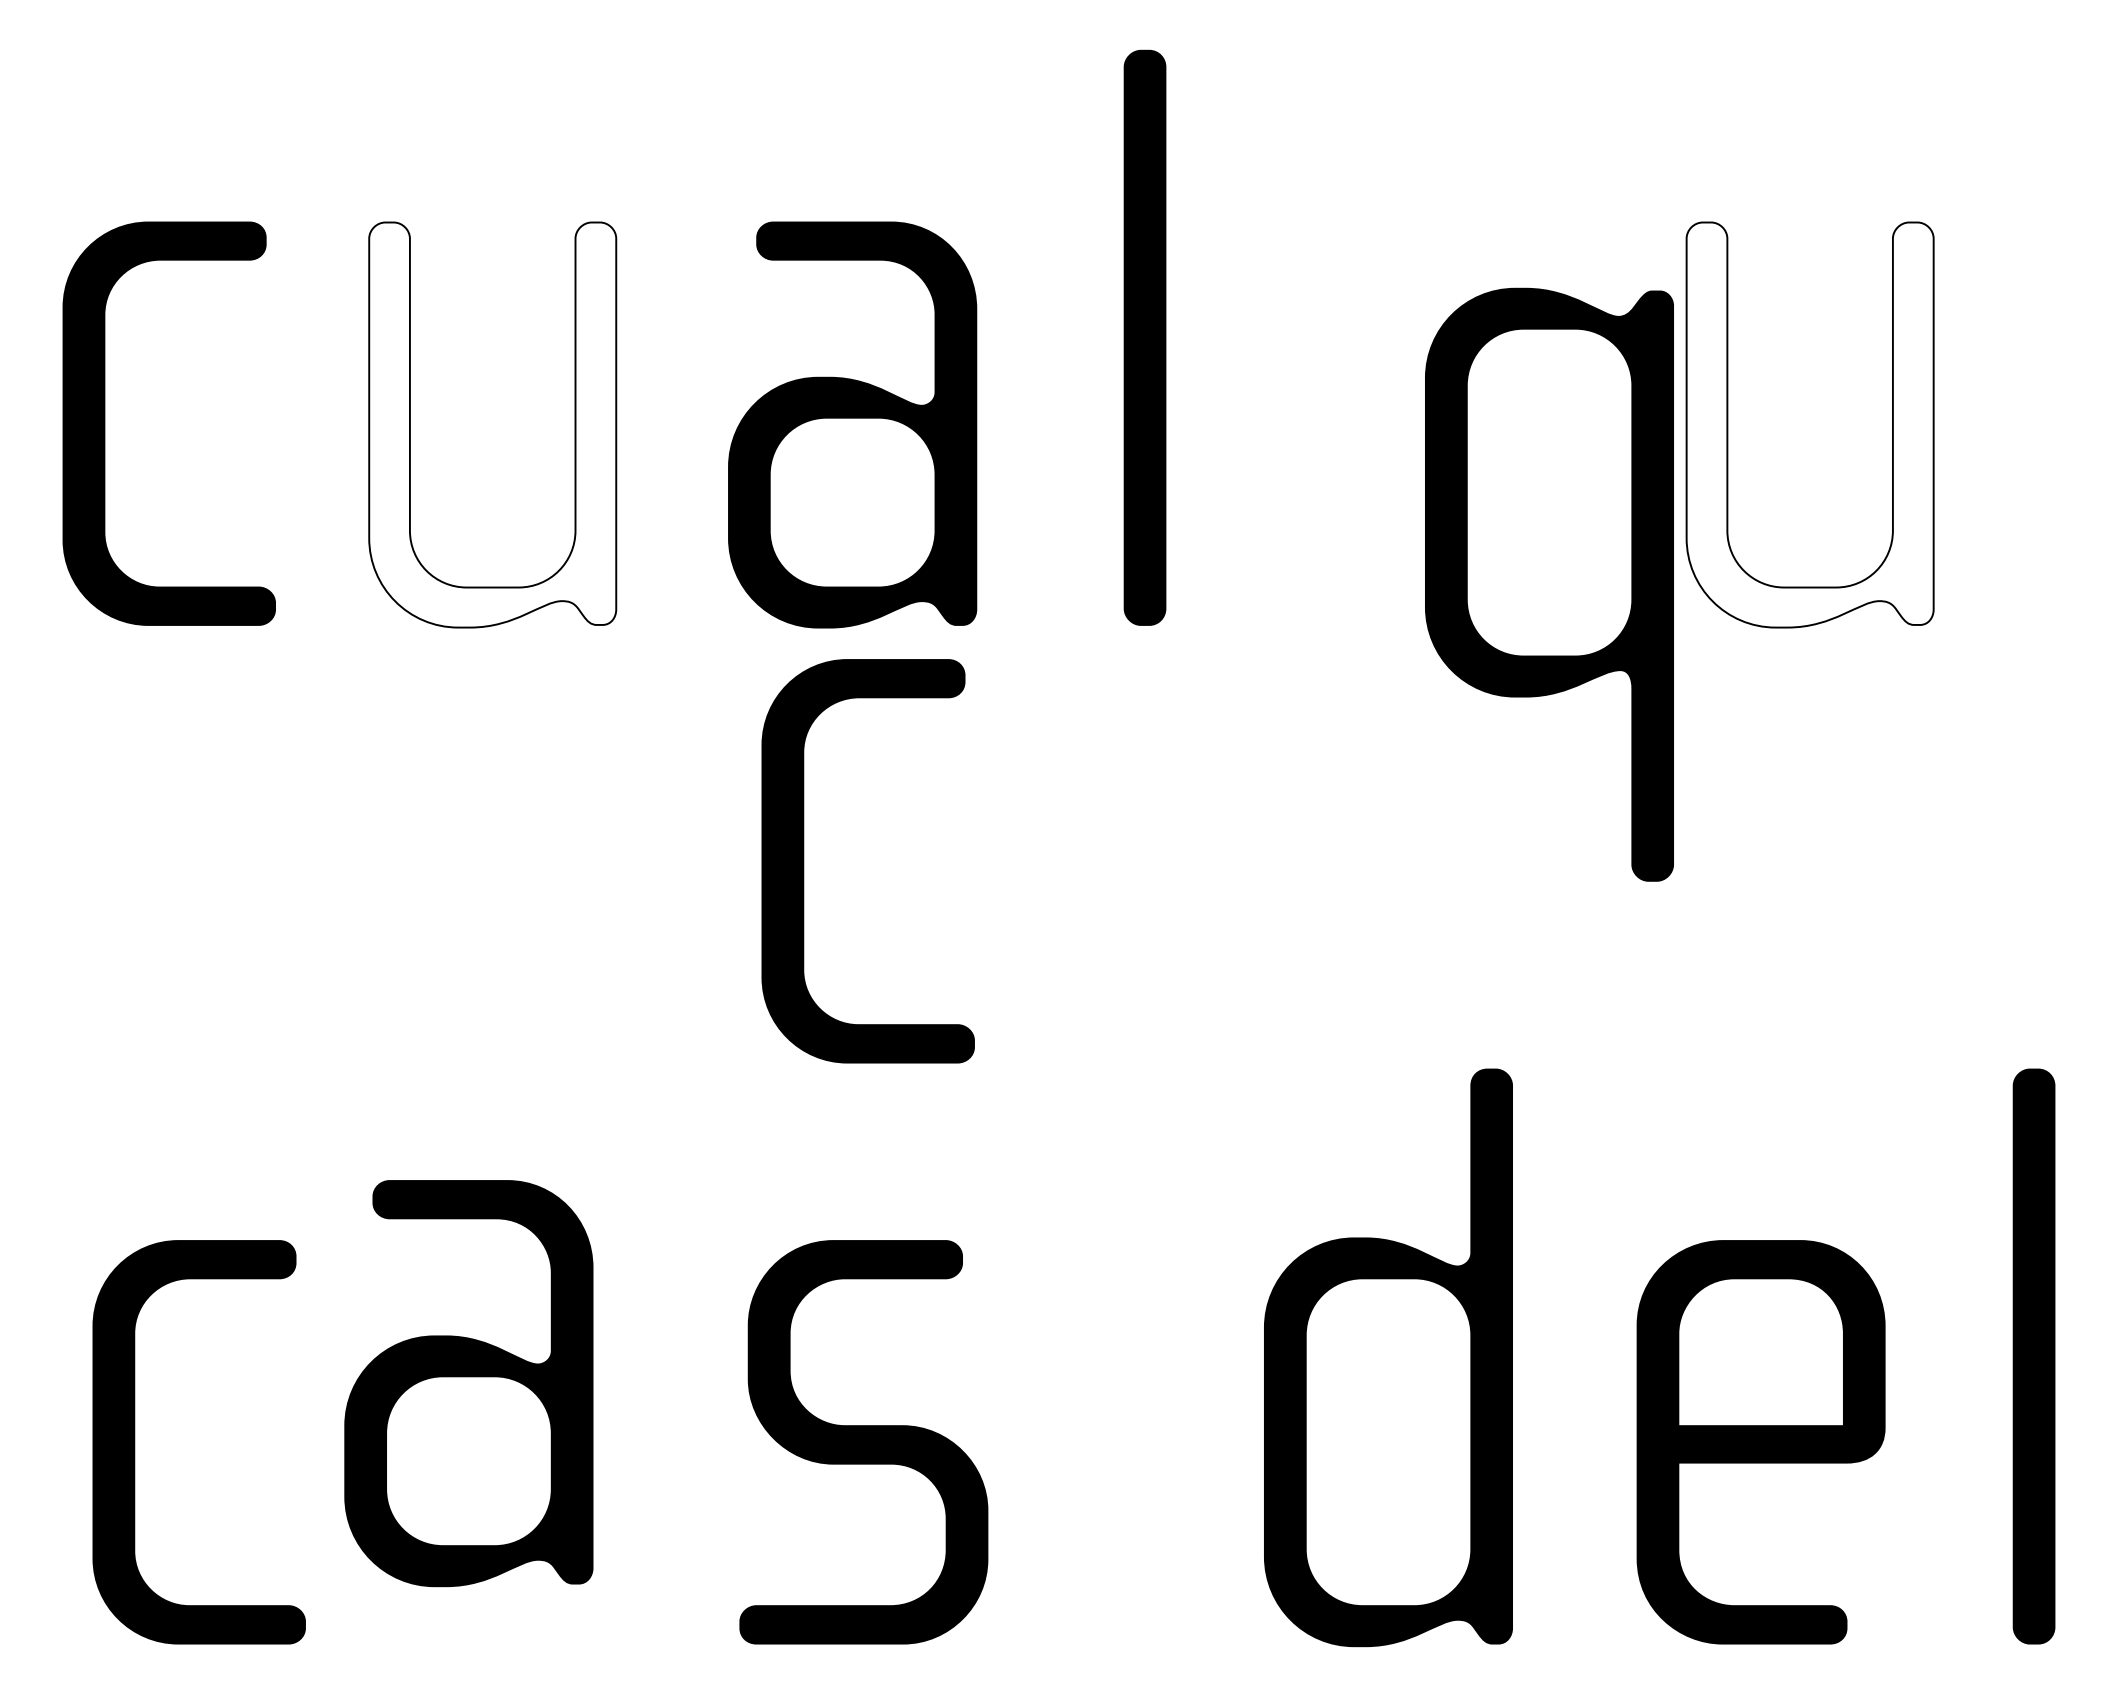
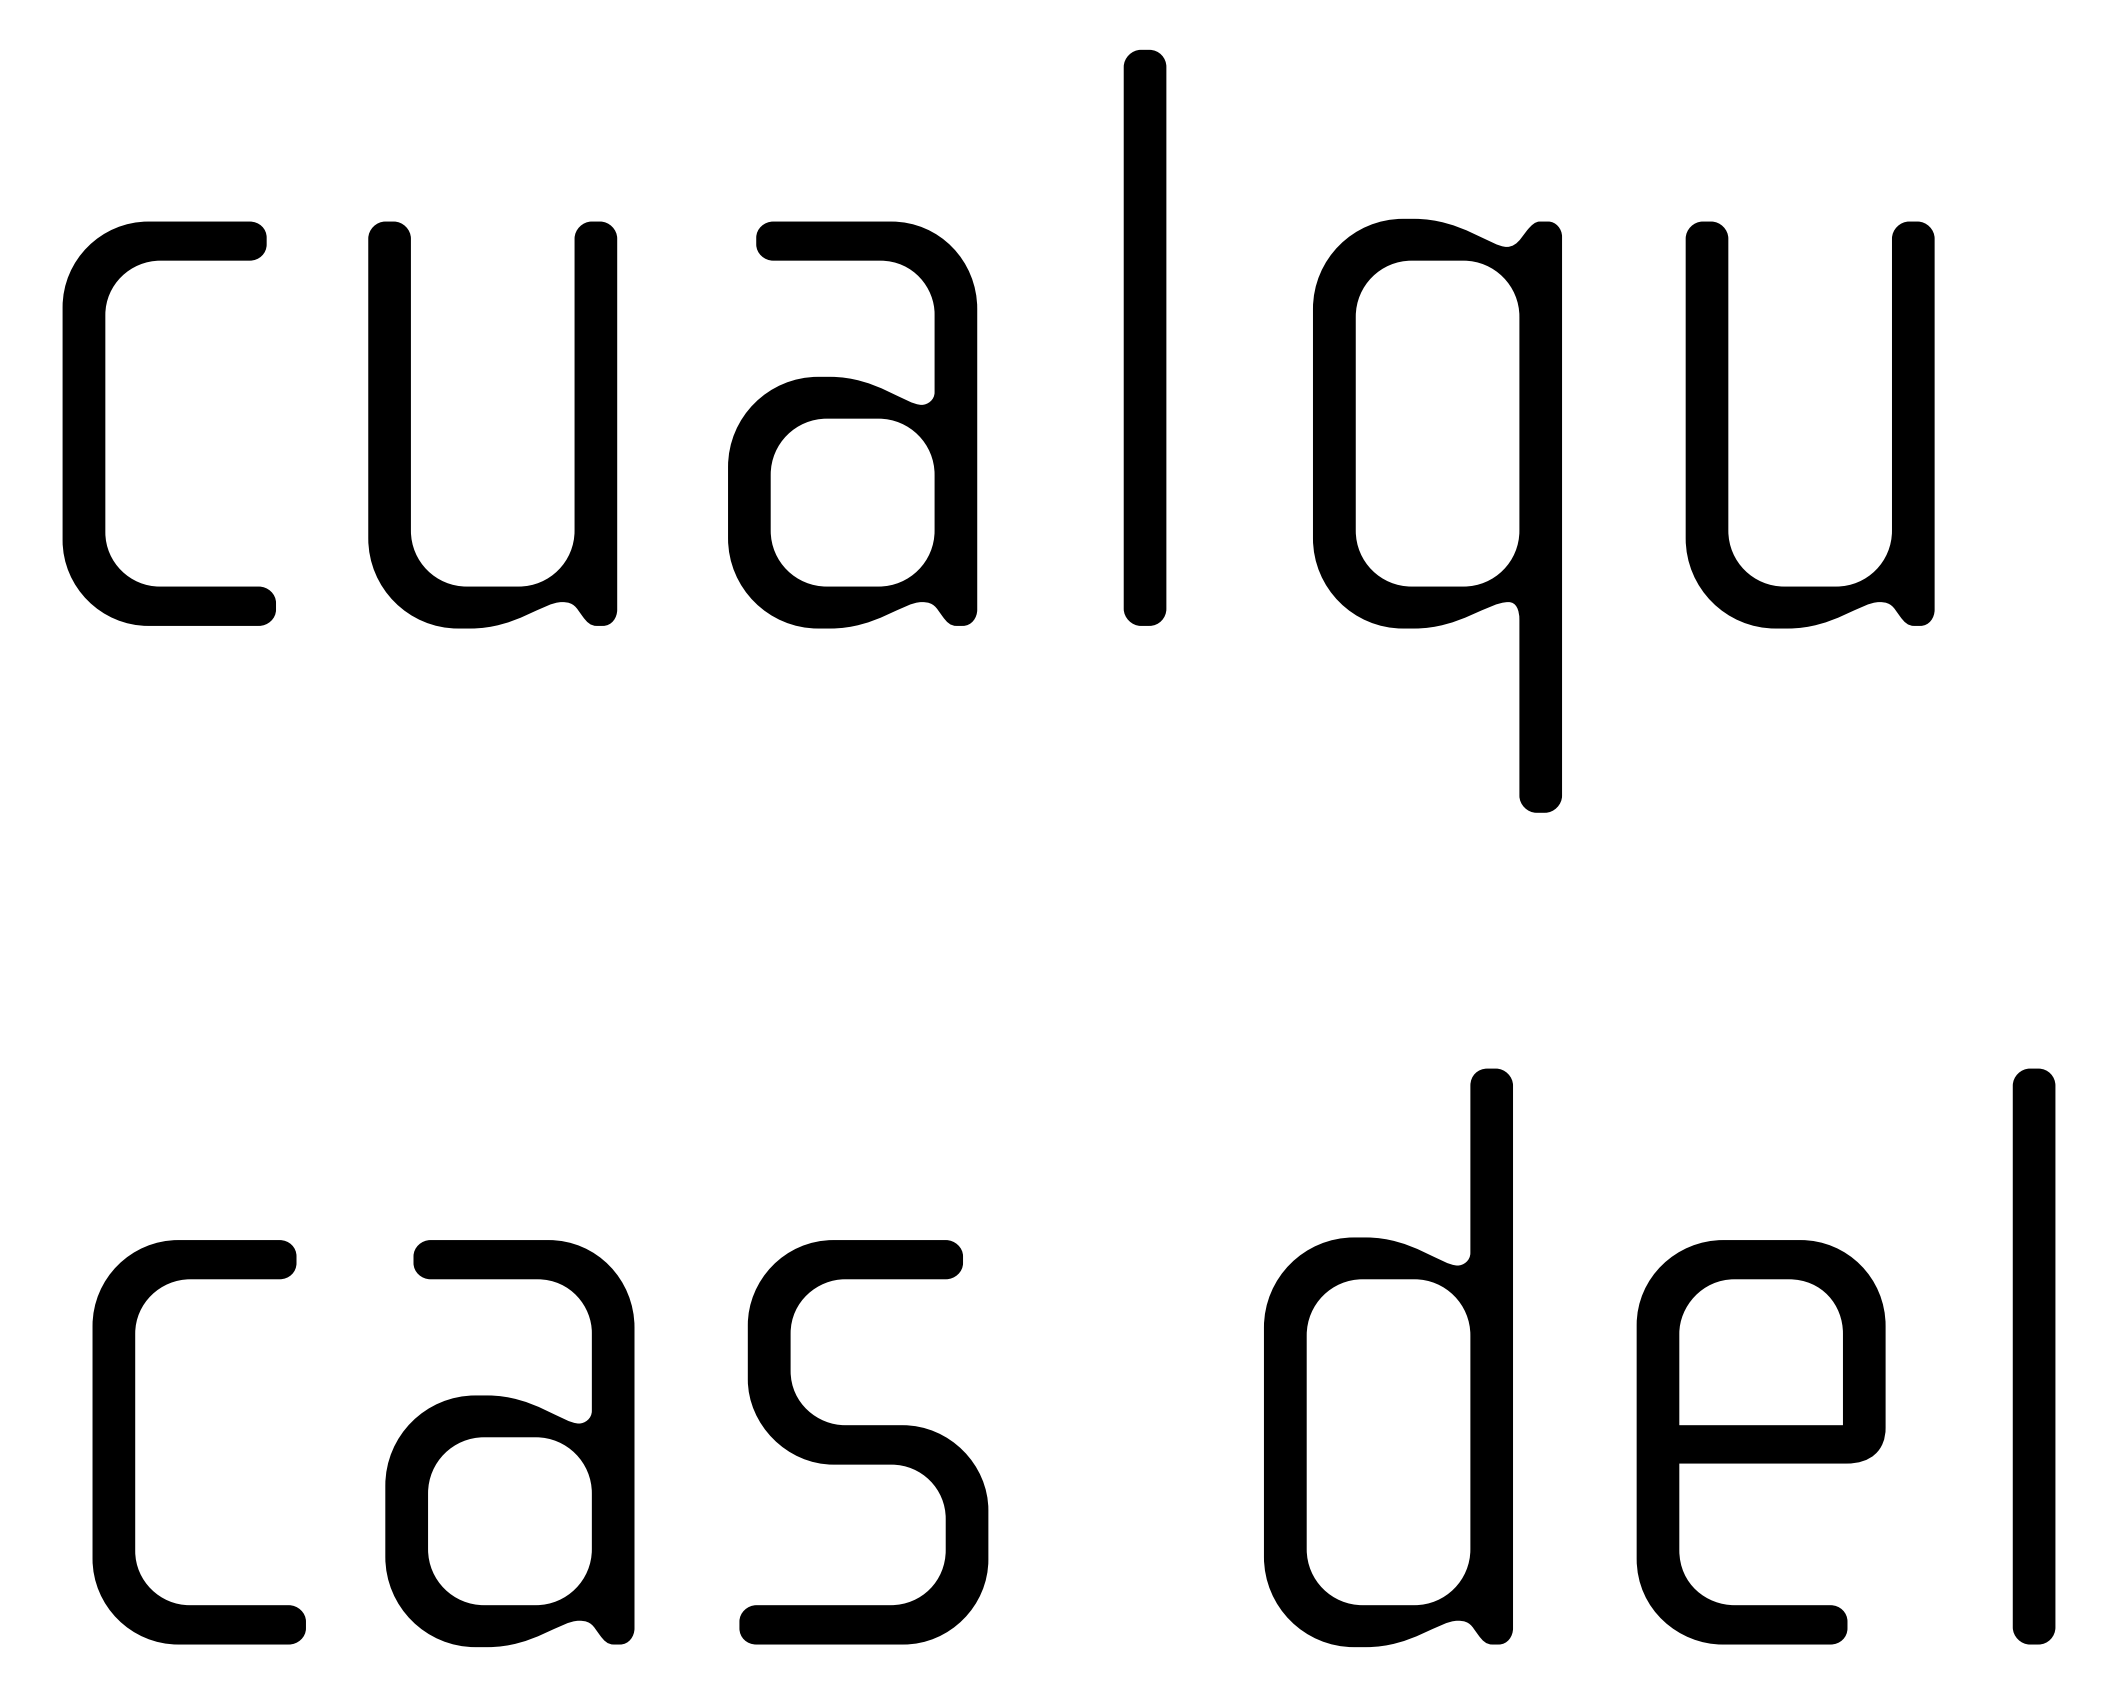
fill at (492, 424): none -> present
fill at (1809, 424): none -> present
part at (1549, 584) position: (1549, 584) -> (1437, 515)
part at (804, 861): present -> none
part at (468, 1383) position: (468, 1383) -> (509, 1443)
